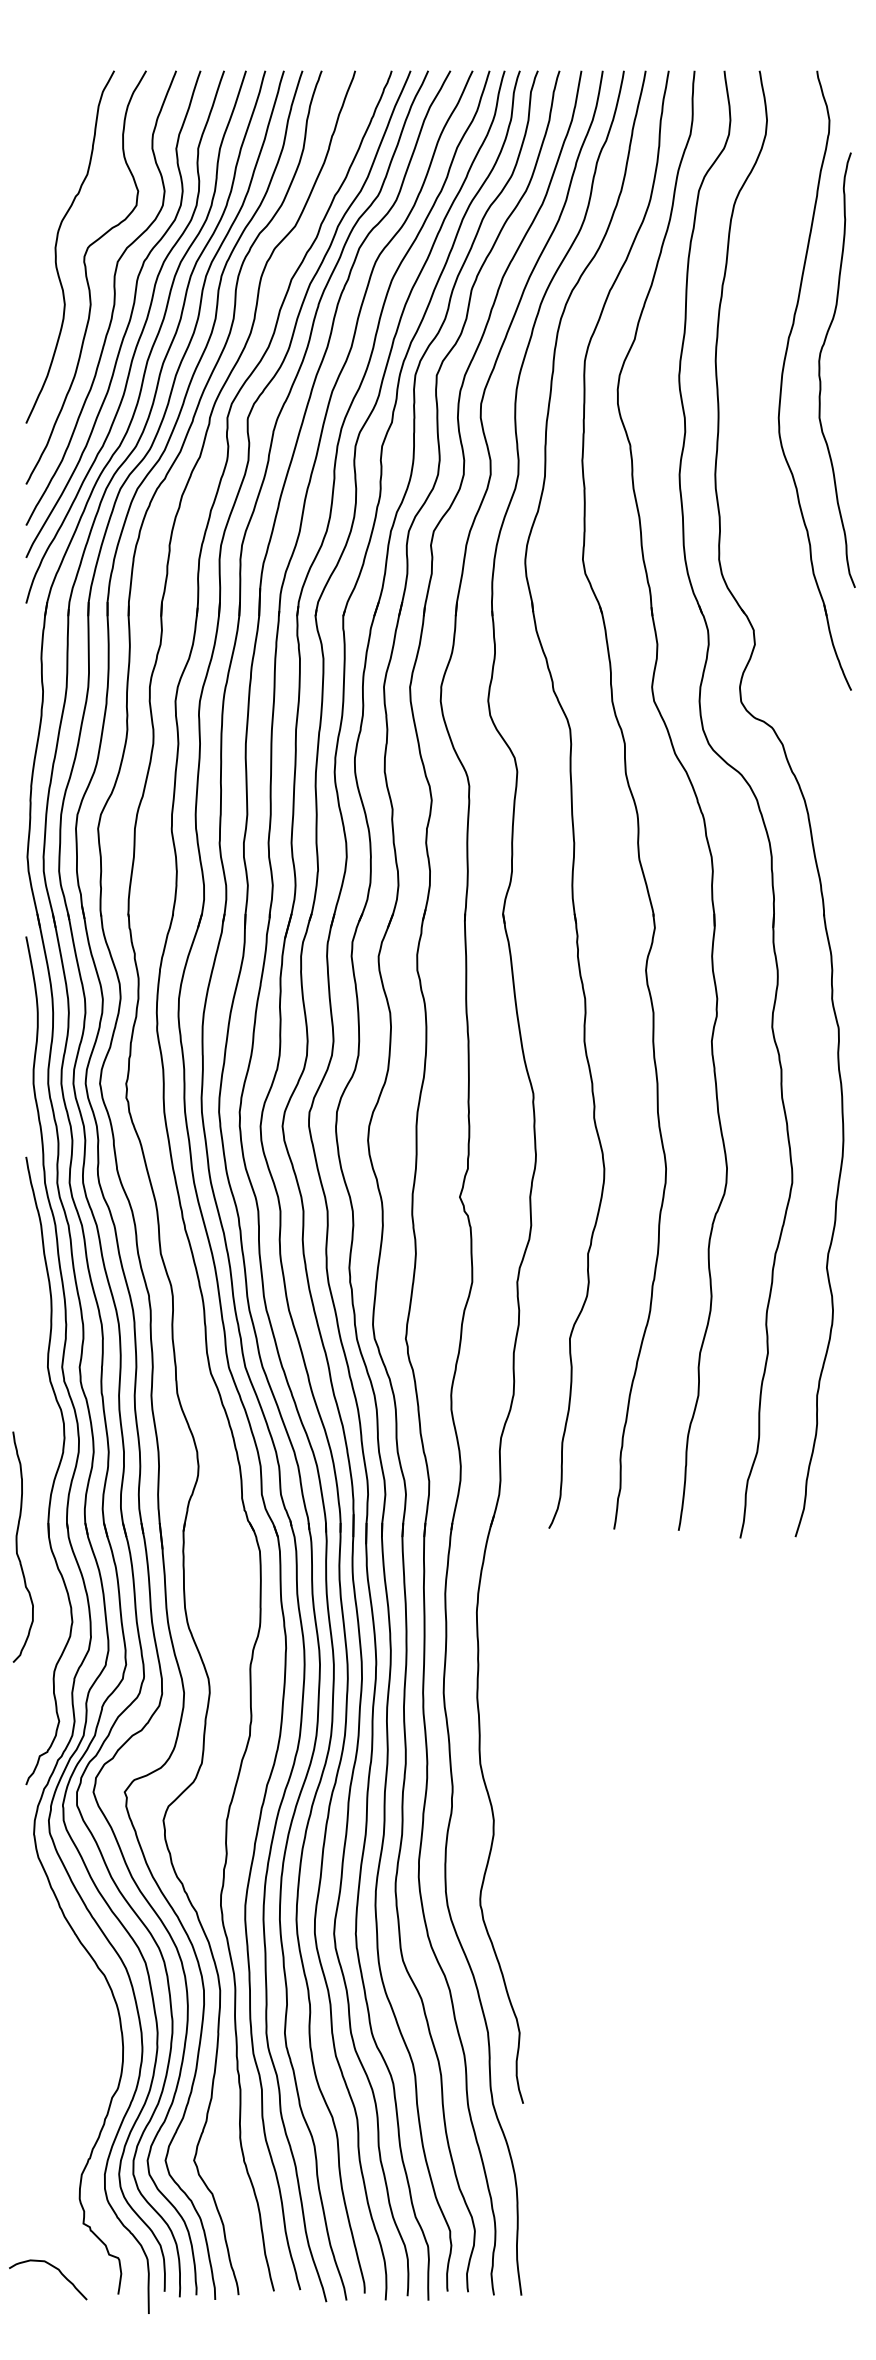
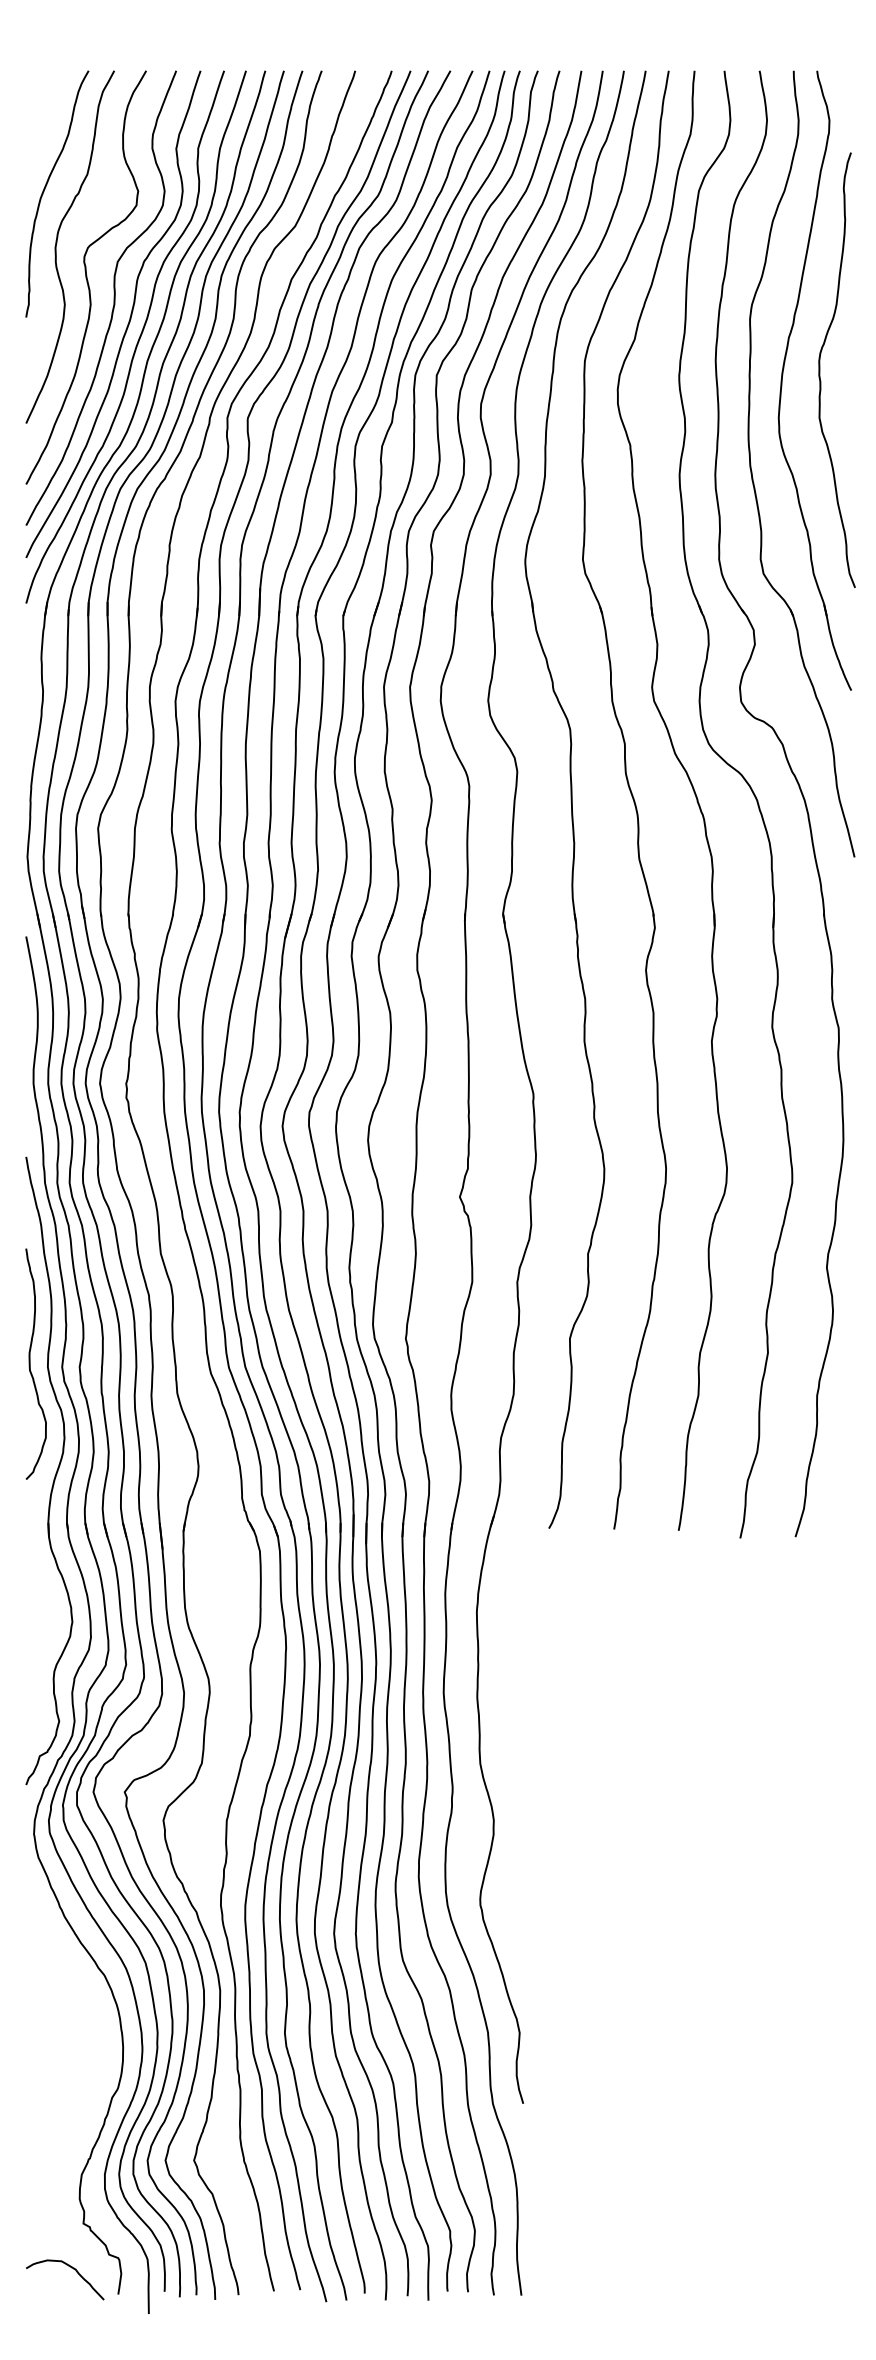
curve at (46, 187): none -> present
part at (752, 471): none -> present
curve at (17, 1546) position: (17, 1546) -> (30, 1363)
curve at (54, 2268) position: (54, 2268) -> (71, 2268)
